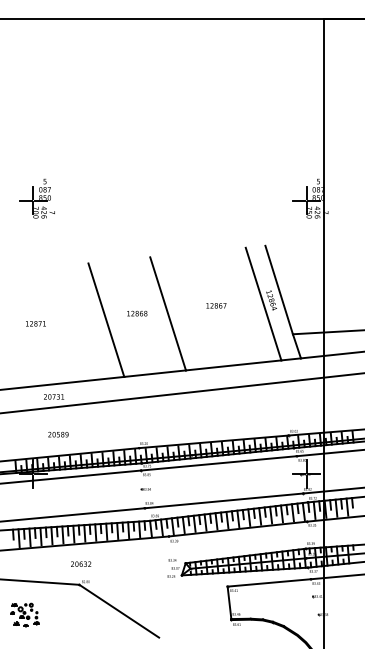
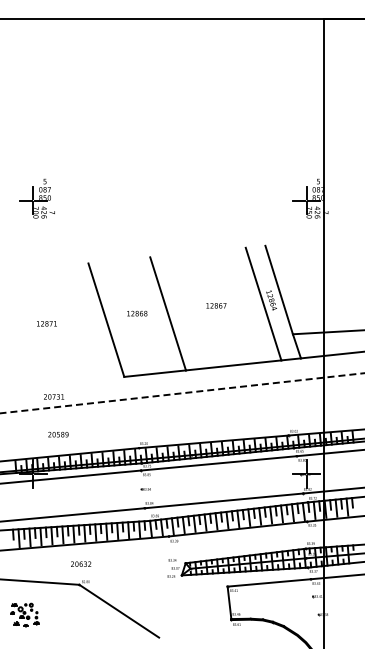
text at (35, 323) position: (35, 323) -> (46, 323)
line at (63, 382): present -> none
line at (181, 393): solid -> dashed
